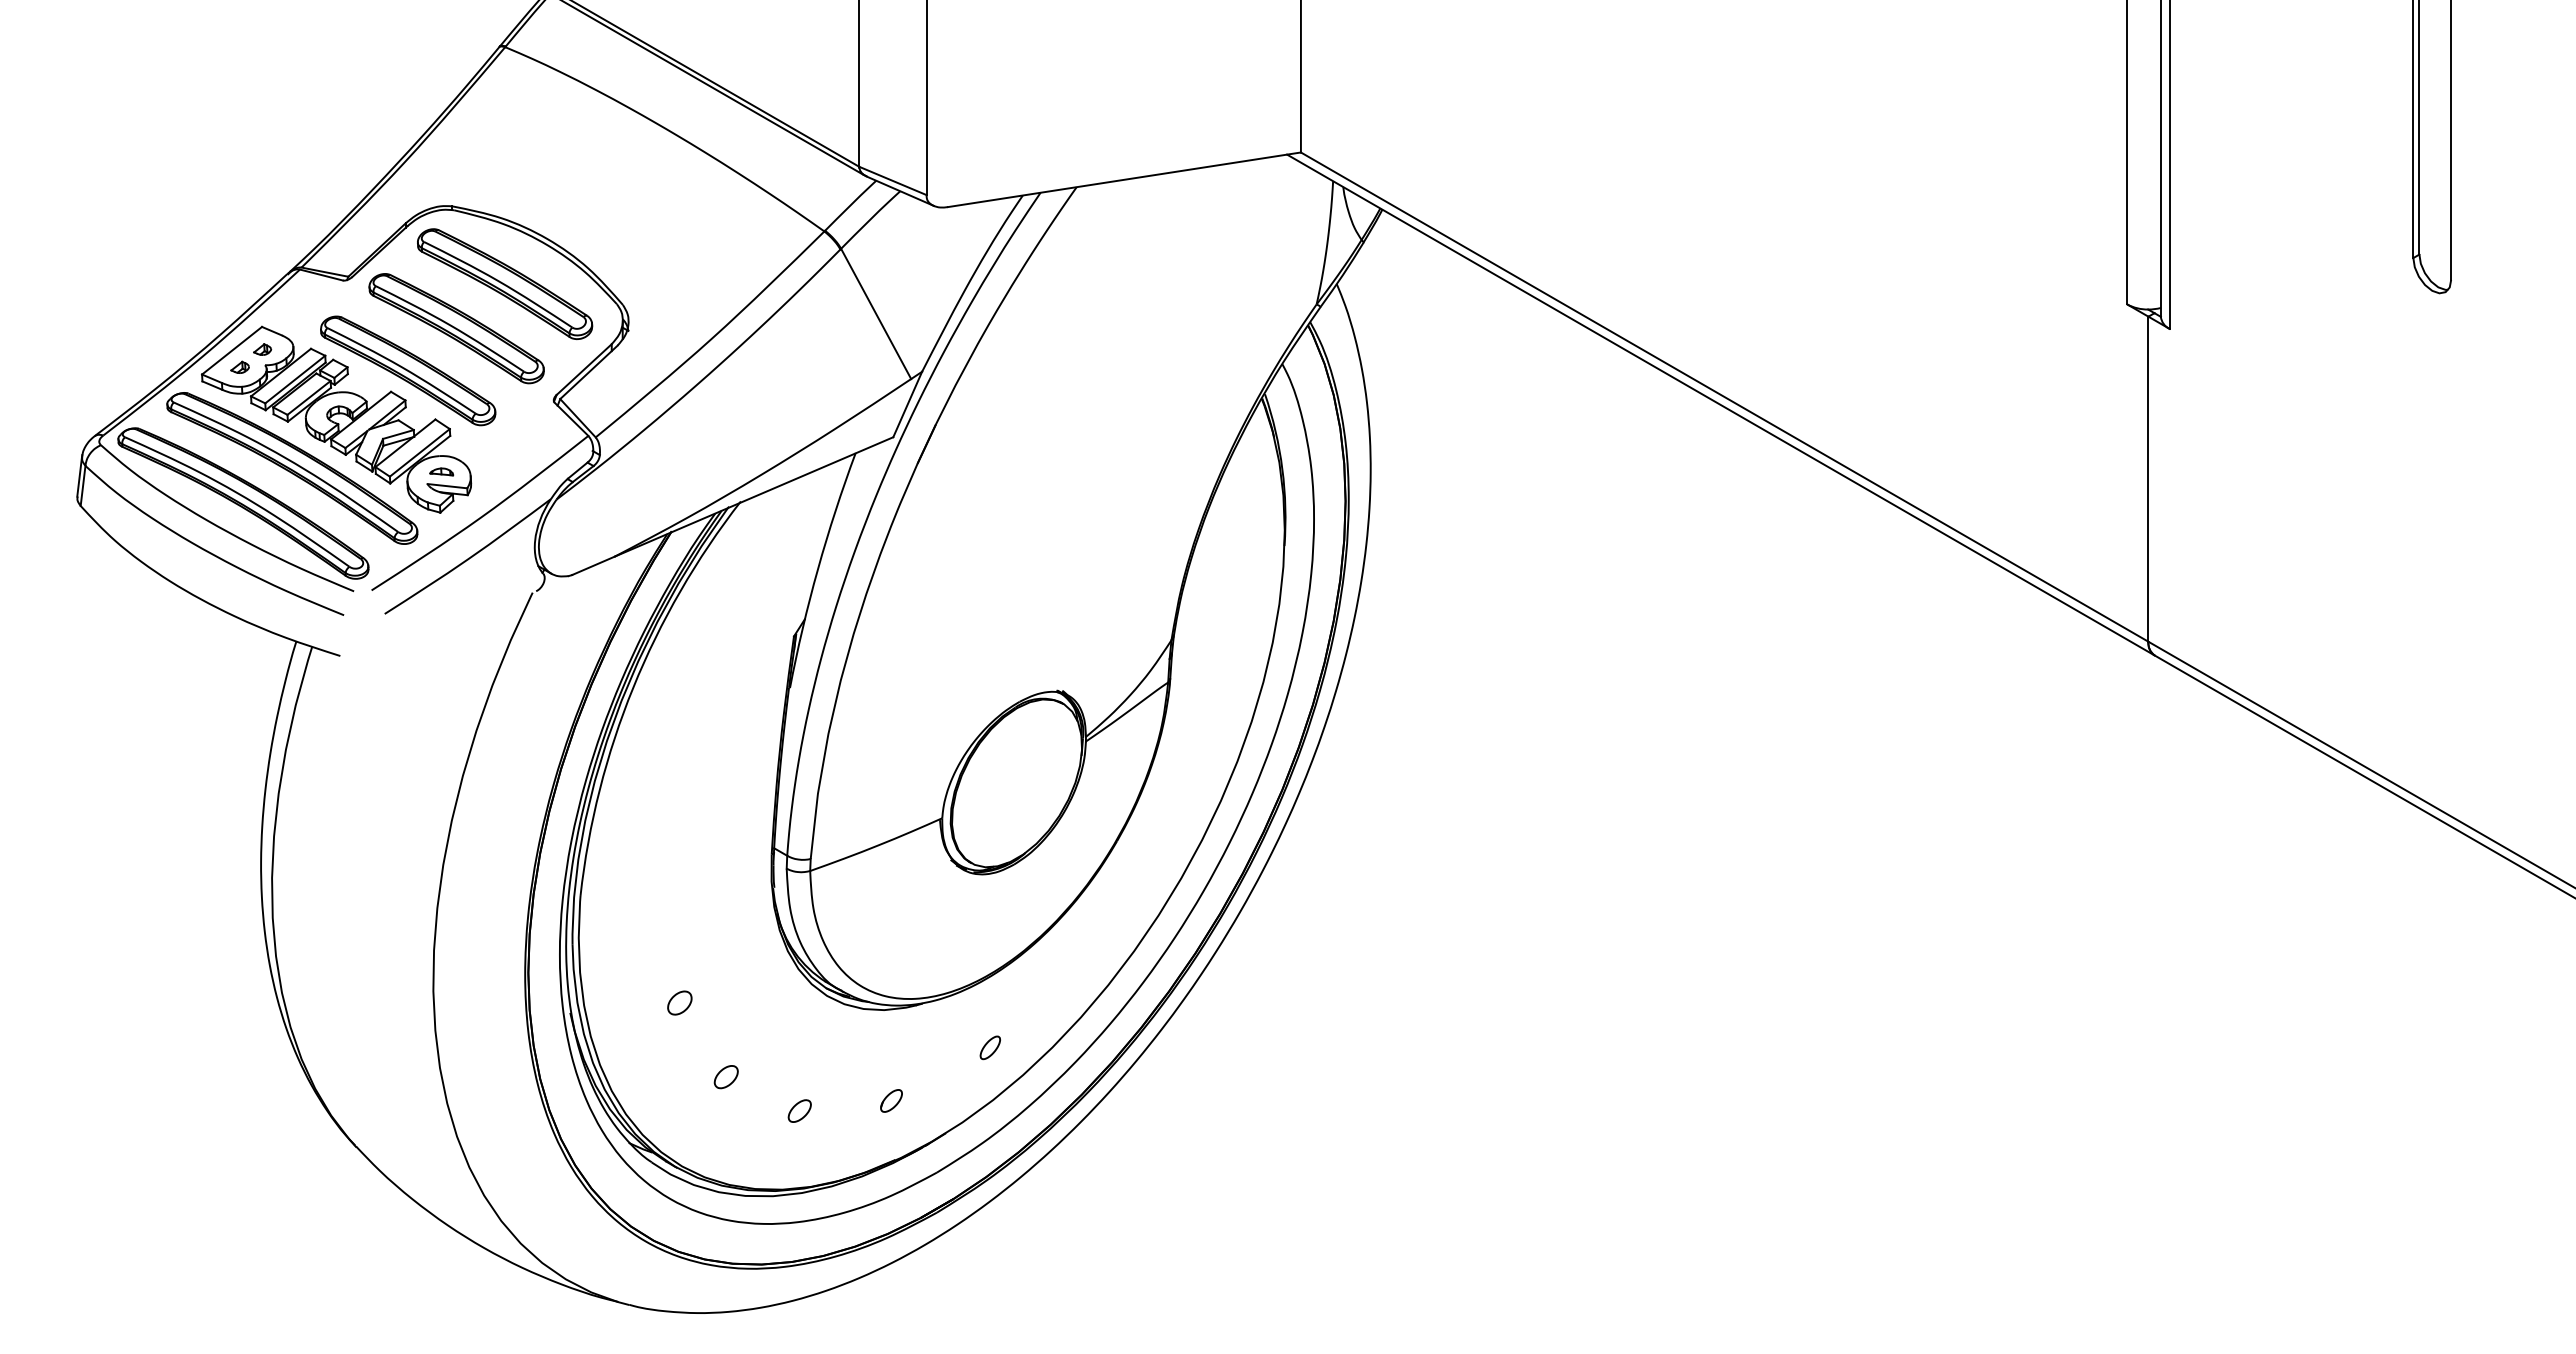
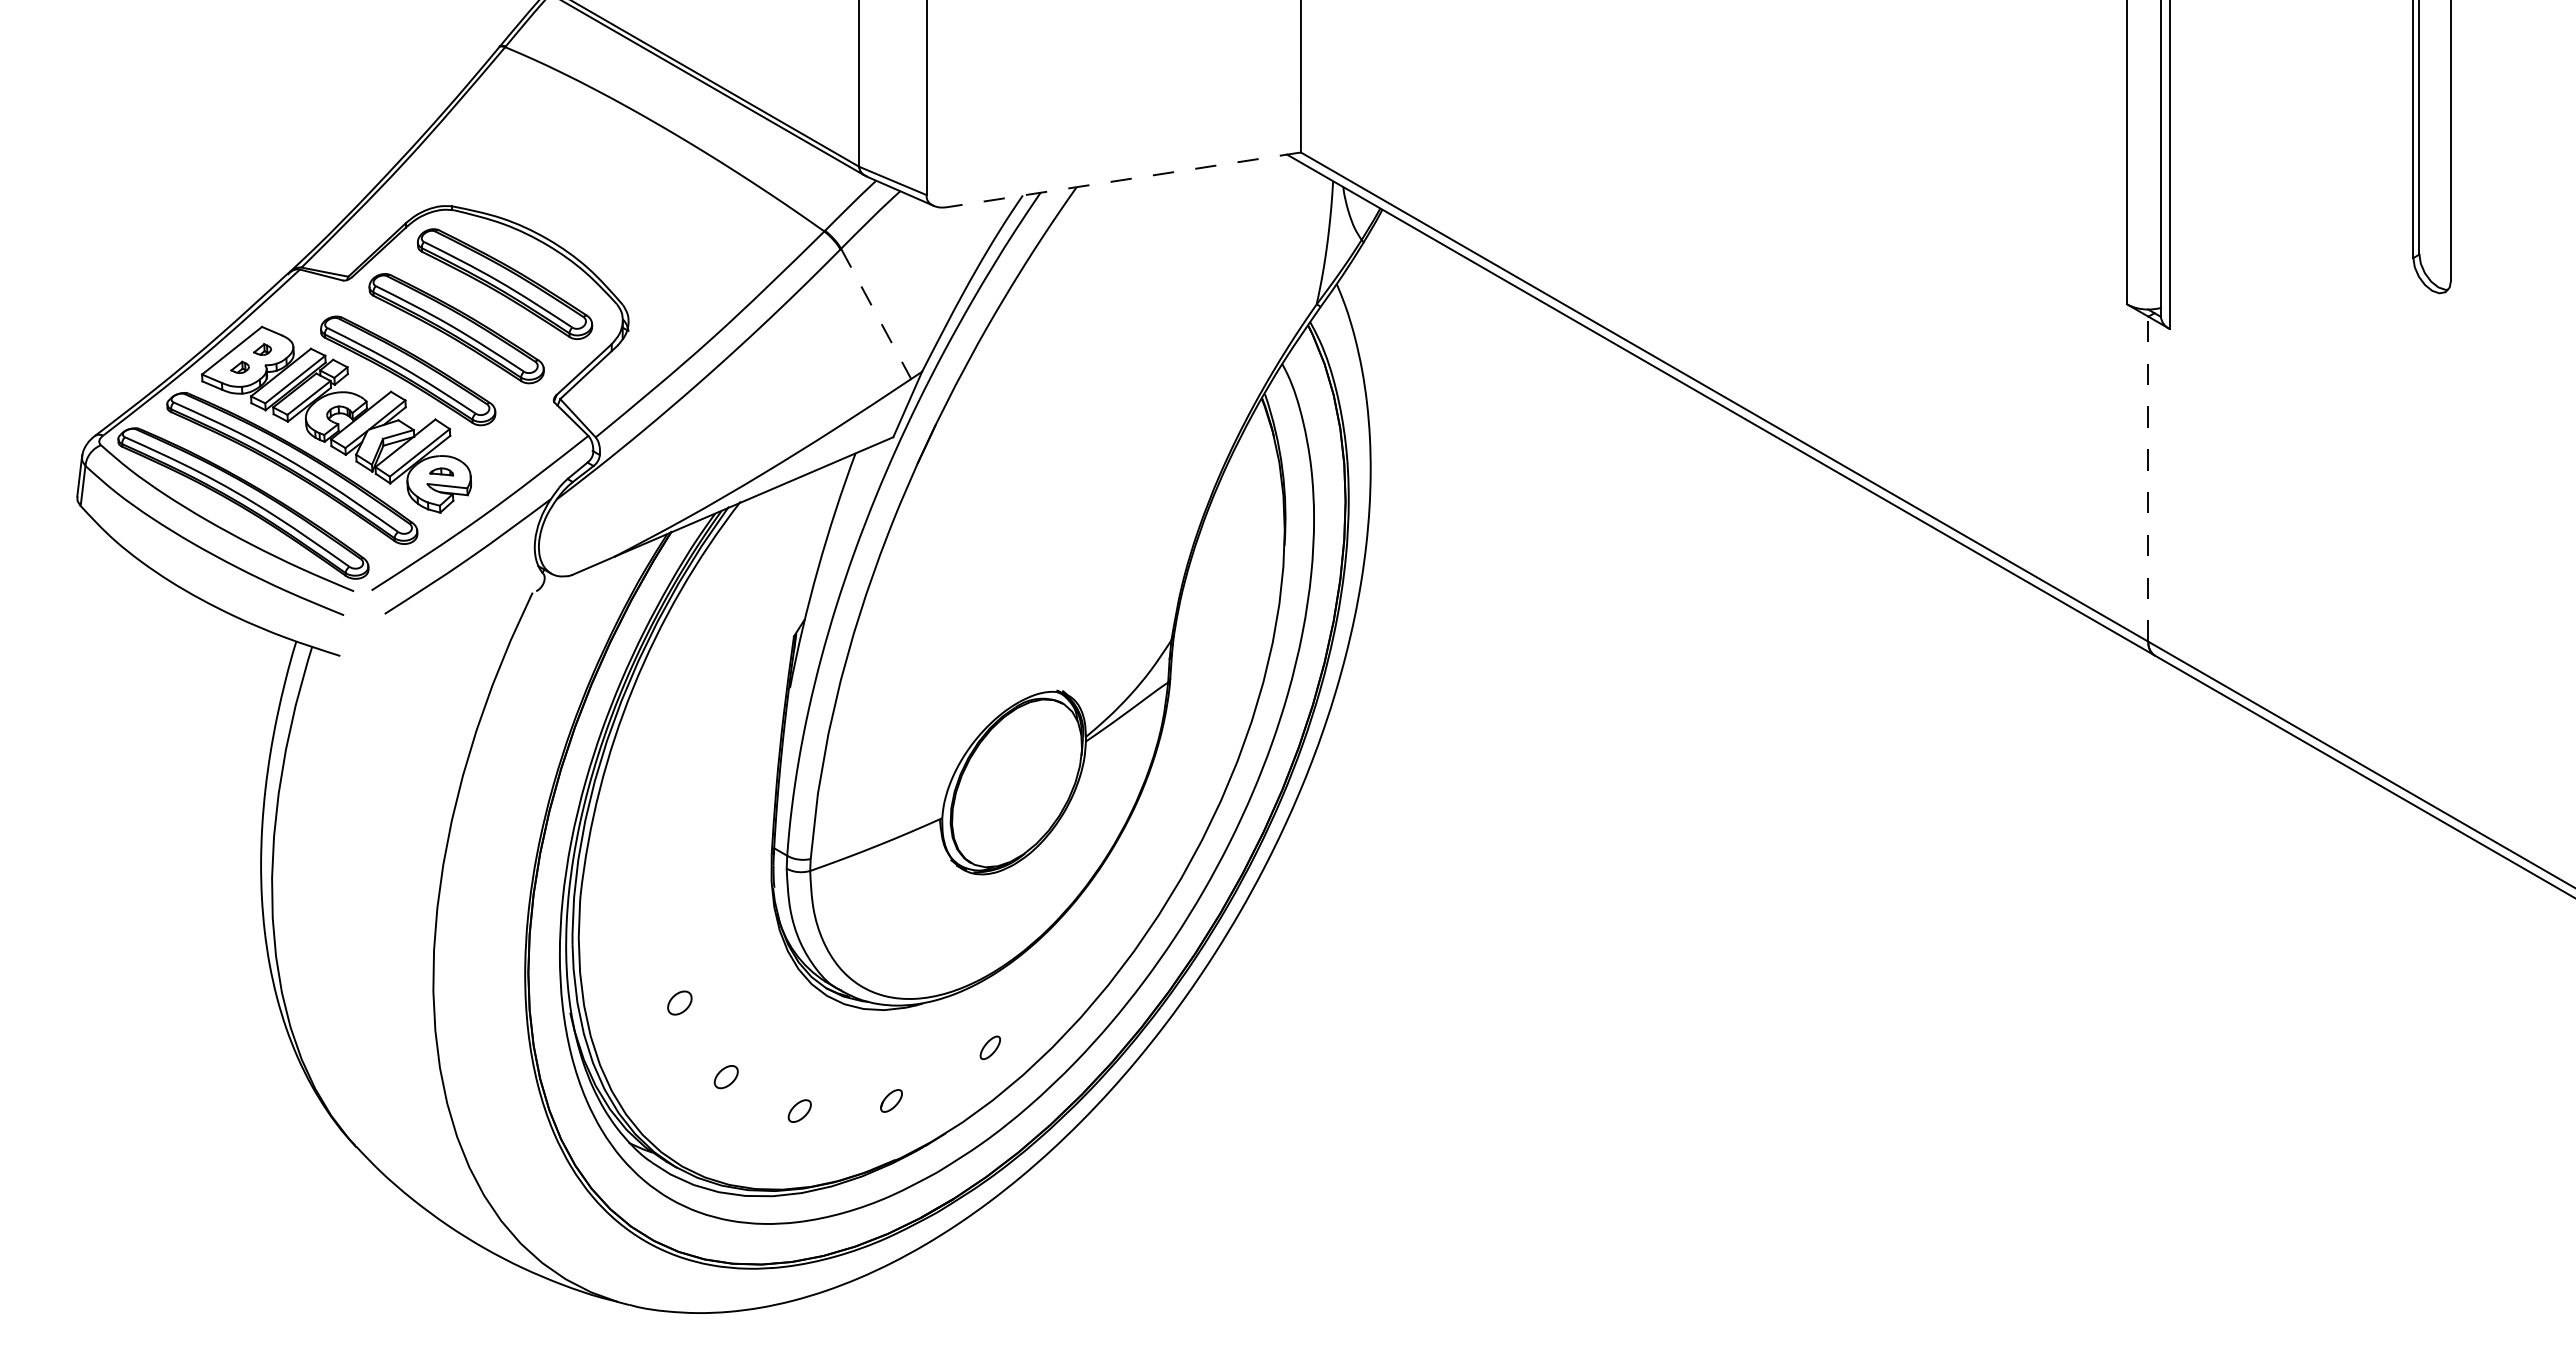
line at (1124, 179): solid -> dashed
line at (876, 313): solid -> dashed
line at (2148, 479): solid -> dashed
